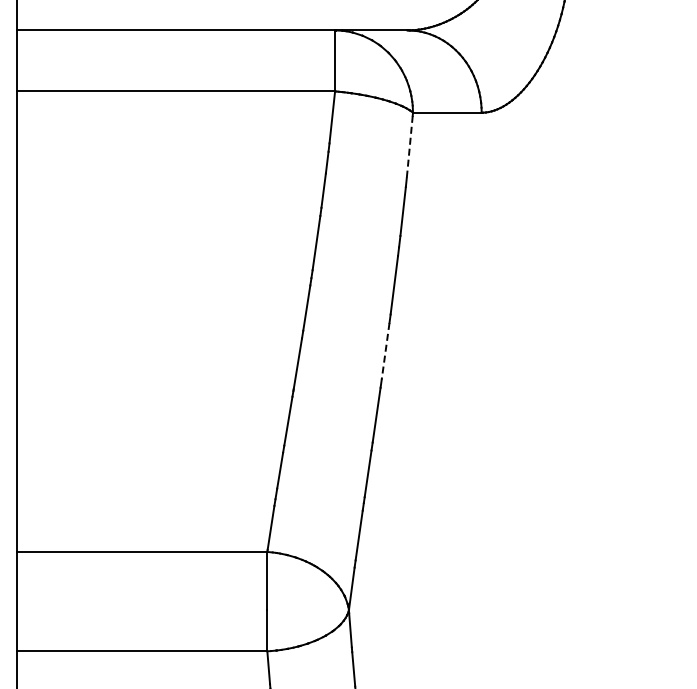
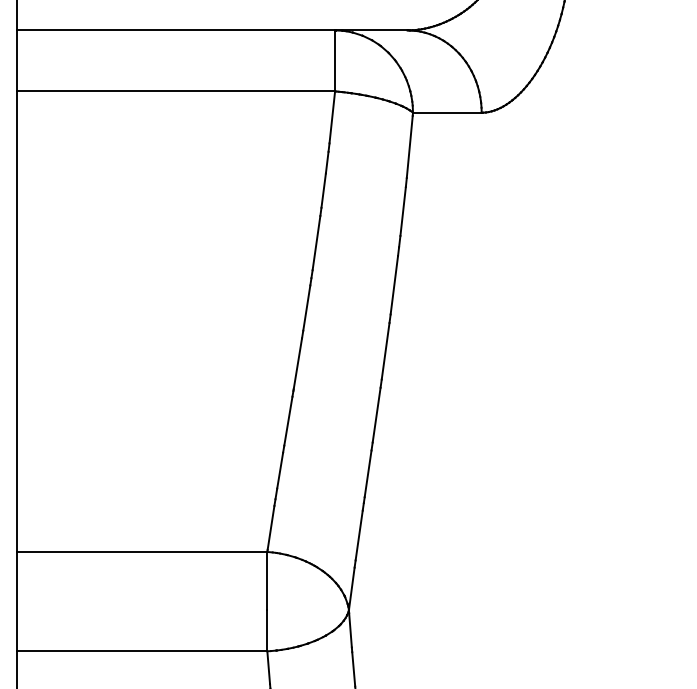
line at (409, 147): dashed -> solid
line at (385, 351): dashed -> solid
